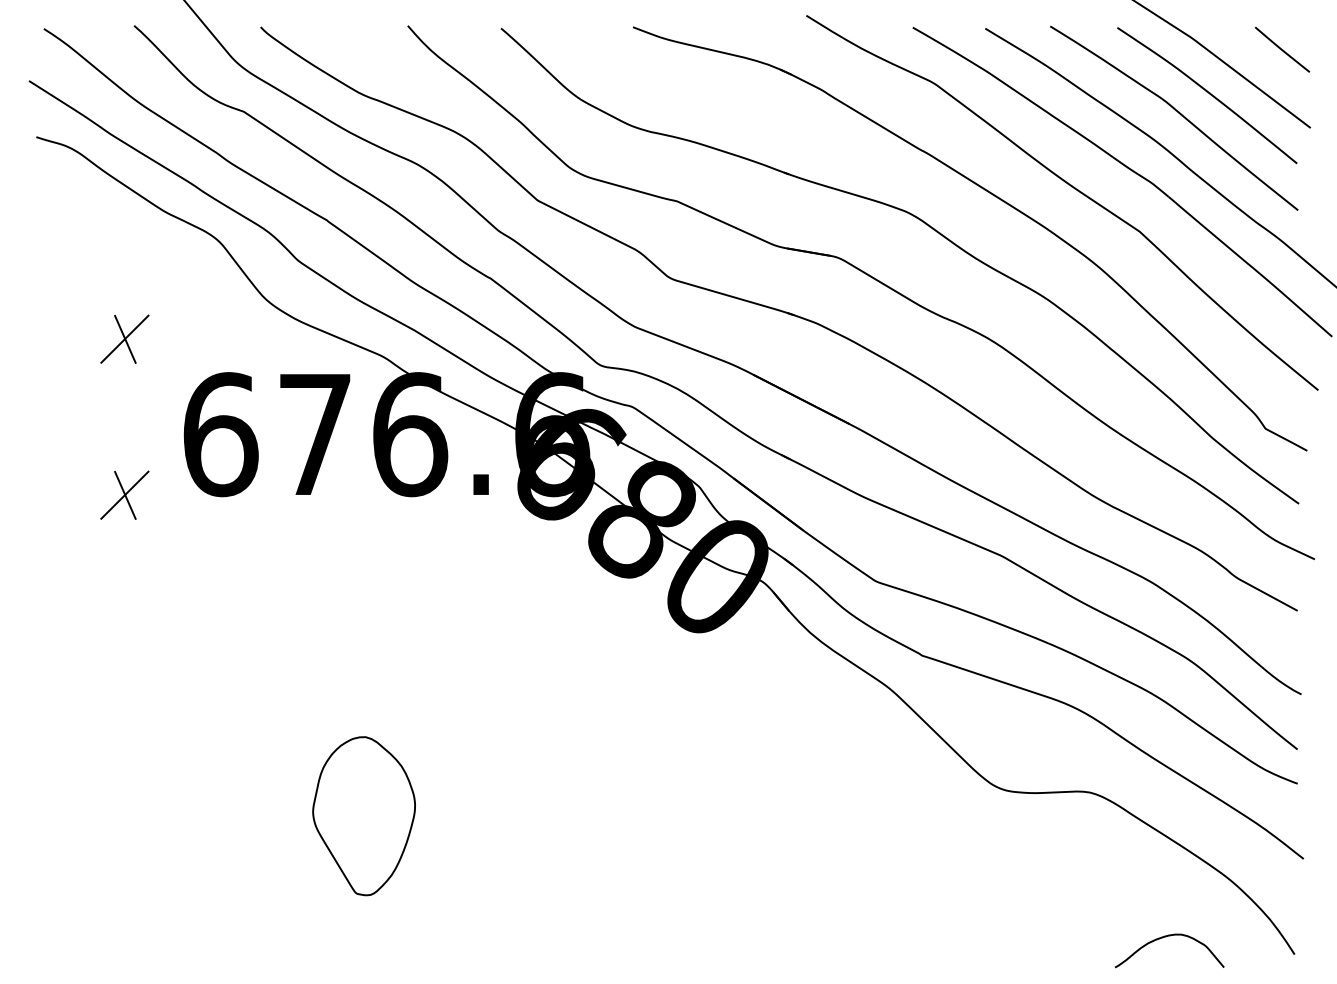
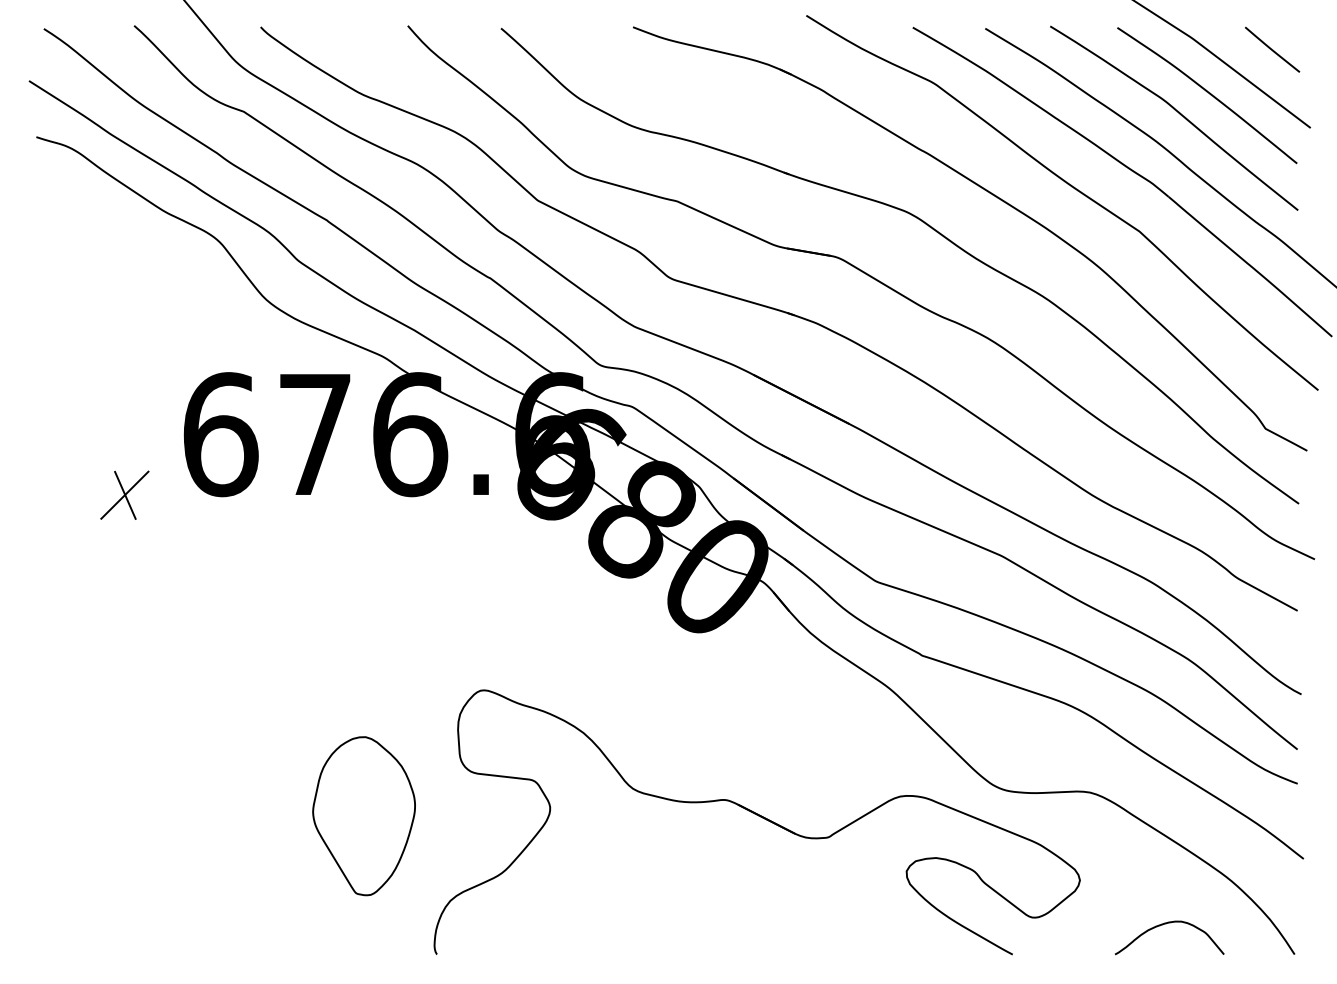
line at (1282, 49) position: (1282, 49) -> (1272, 49)
part at (124, 338): present -> none
part at (758, 816): none -> present
curve at (1166, 937) position: (1166, 937) -> (1166, 924)
